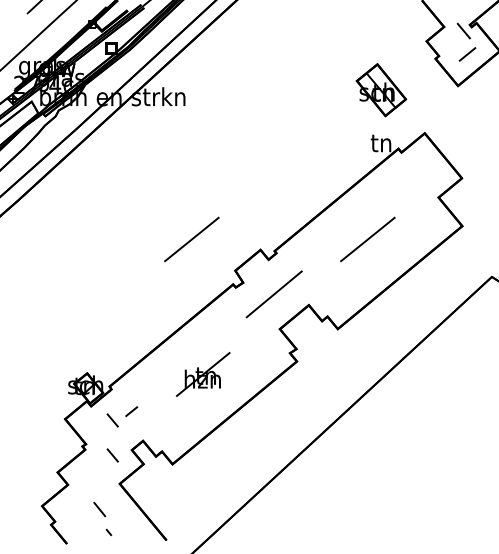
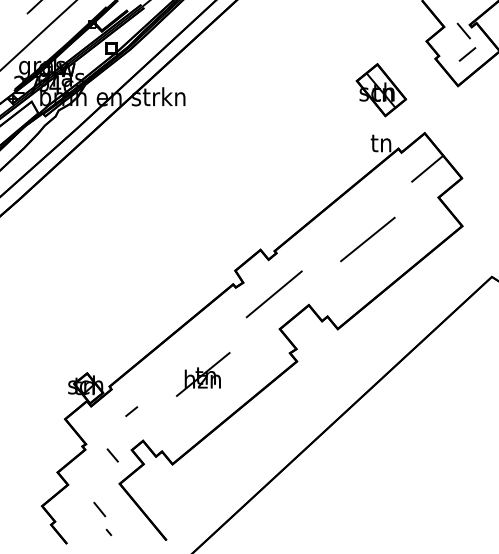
line at (427, 168): none -> present
line at (191, 239): present -> none
line at (112, 420): present -> none
